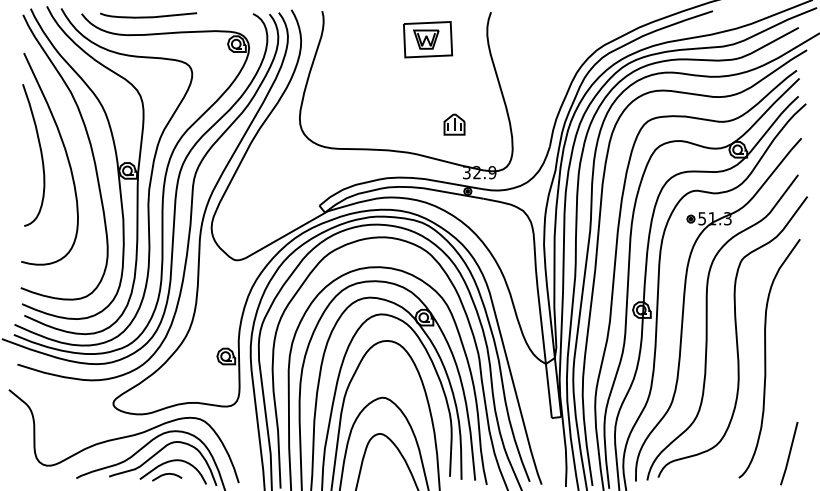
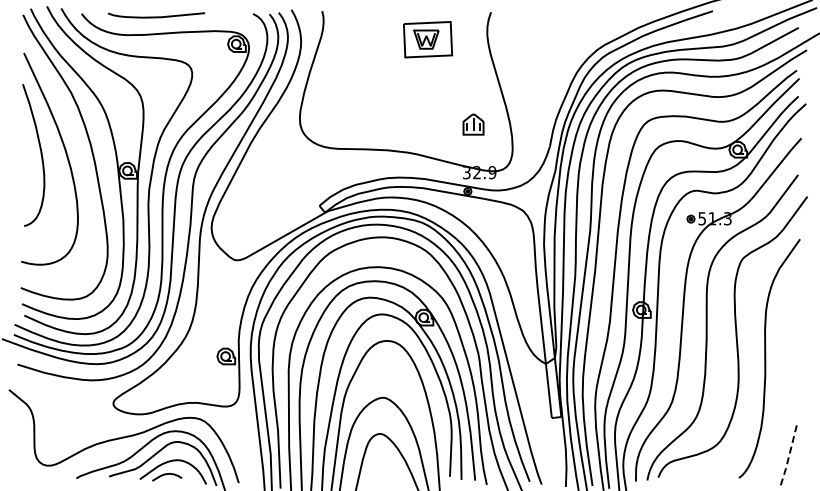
curve at (148, 16) position: (148, 16) -> (156, 16)
part at (454, 124) position: (454, 124) -> (473, 124)
line at (789, 453): solid -> dashed
